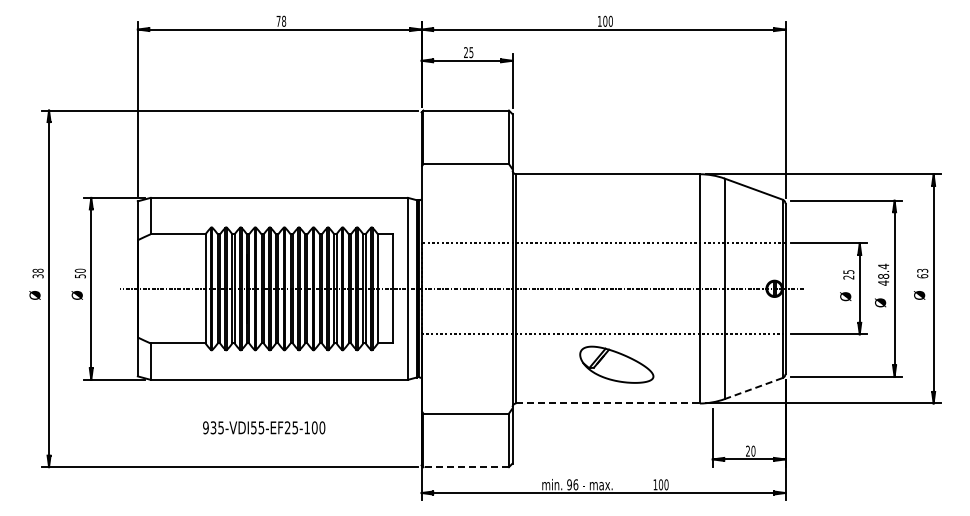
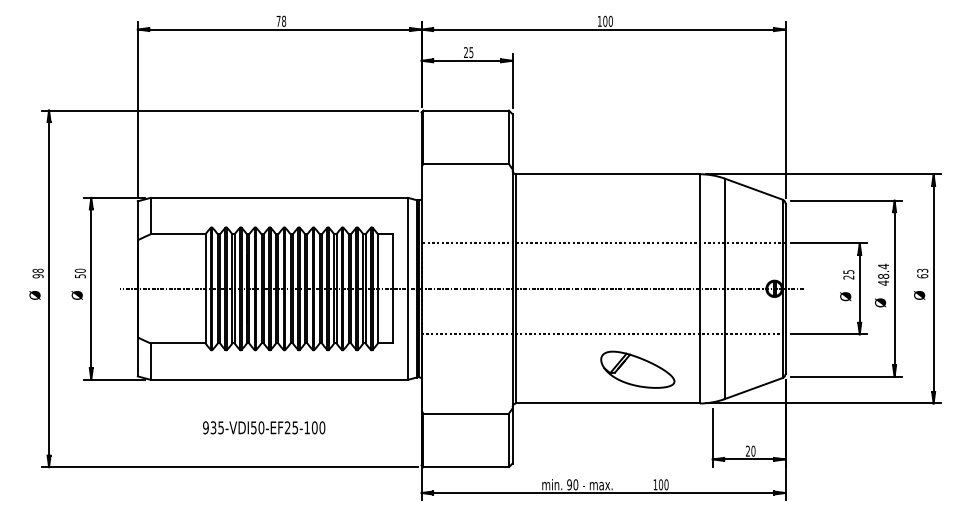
text at (37, 276): 38 -> 98
part at (616, 364) position: (616, 364) -> (637, 369)
line at (753, 388): dashed -> solid
line at (608, 403): dashed -> solid
text at (261, 427): 935-VDI55-EF25-100 -> 935-VDI50-EF25-100
line at (466, 467): dashed -> solid
text at (575, 484): 96 -> 90
